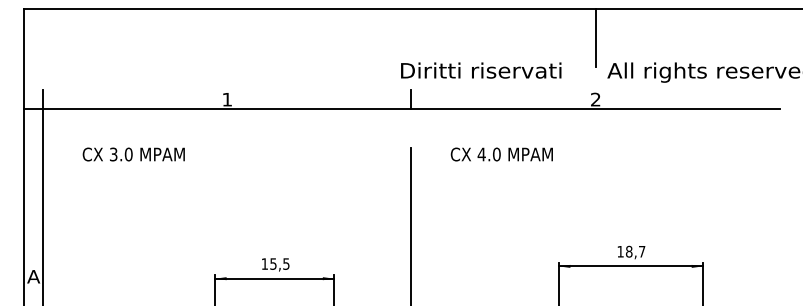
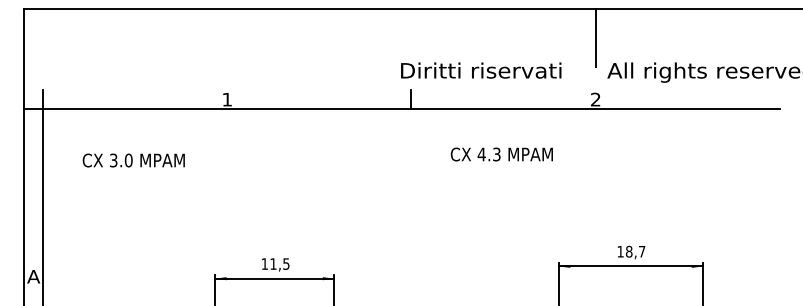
text at (133, 154) position: (133, 154) -> (133, 160)
text at (496, 154): 4.0 -> 4.3
line at (411, 224): present -> none
text at (273, 263): 15,5 -> 11,5
